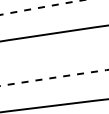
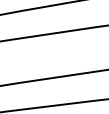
arc at (41, 7): dashed -> solid
arc at (54, 77): dashed -> solid
